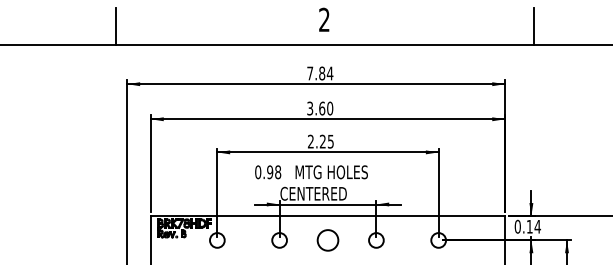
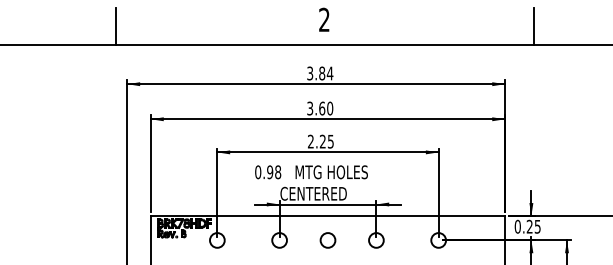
text at (310, 73): 7.84 -> 3.84
text at (533, 226): 0.14 -> 0.25
circle at (327, 240) size: 24x23 px -> 18x17 px
